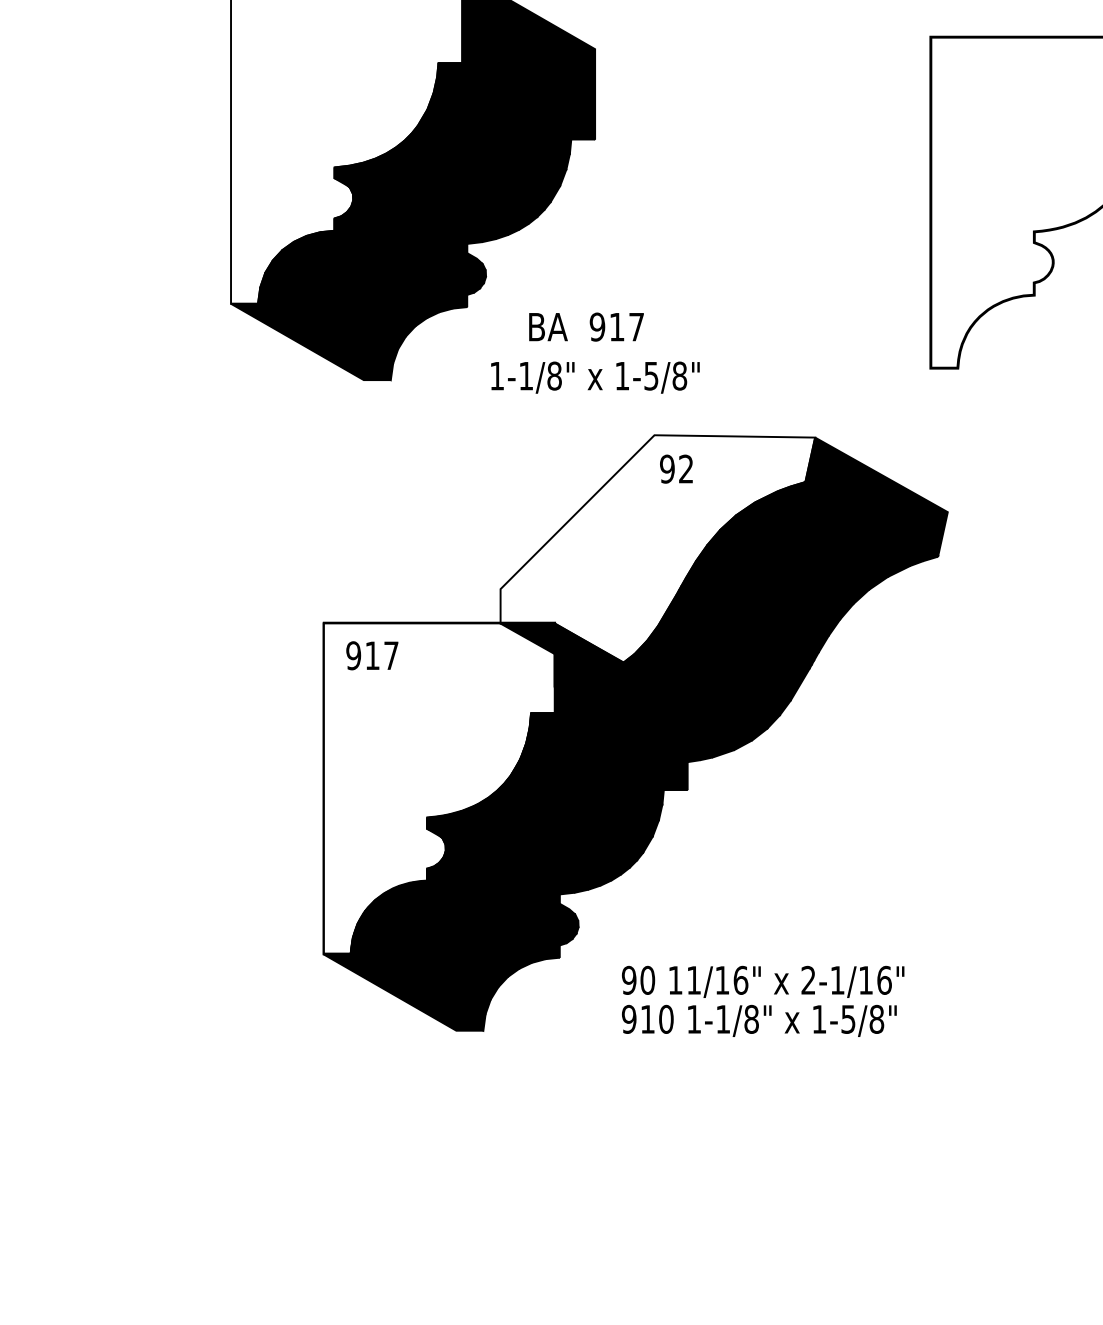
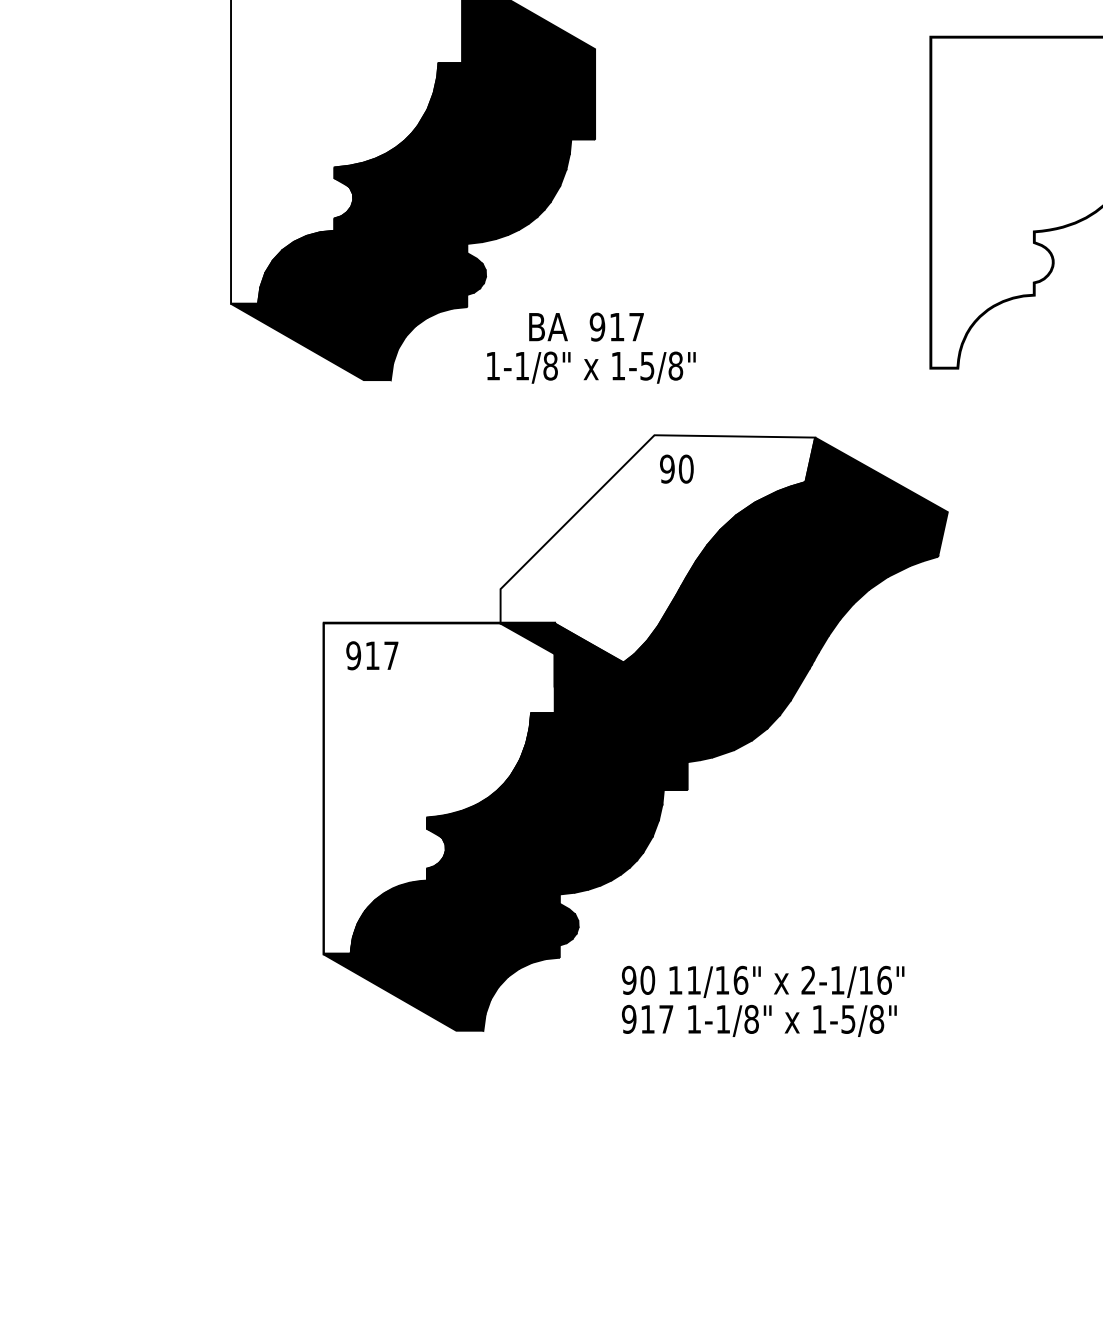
text at (595, 377) position: (595, 377) -> (591, 367)
text at (685, 468): 92 -> 90
text at (666, 1018): 910 -> 917
